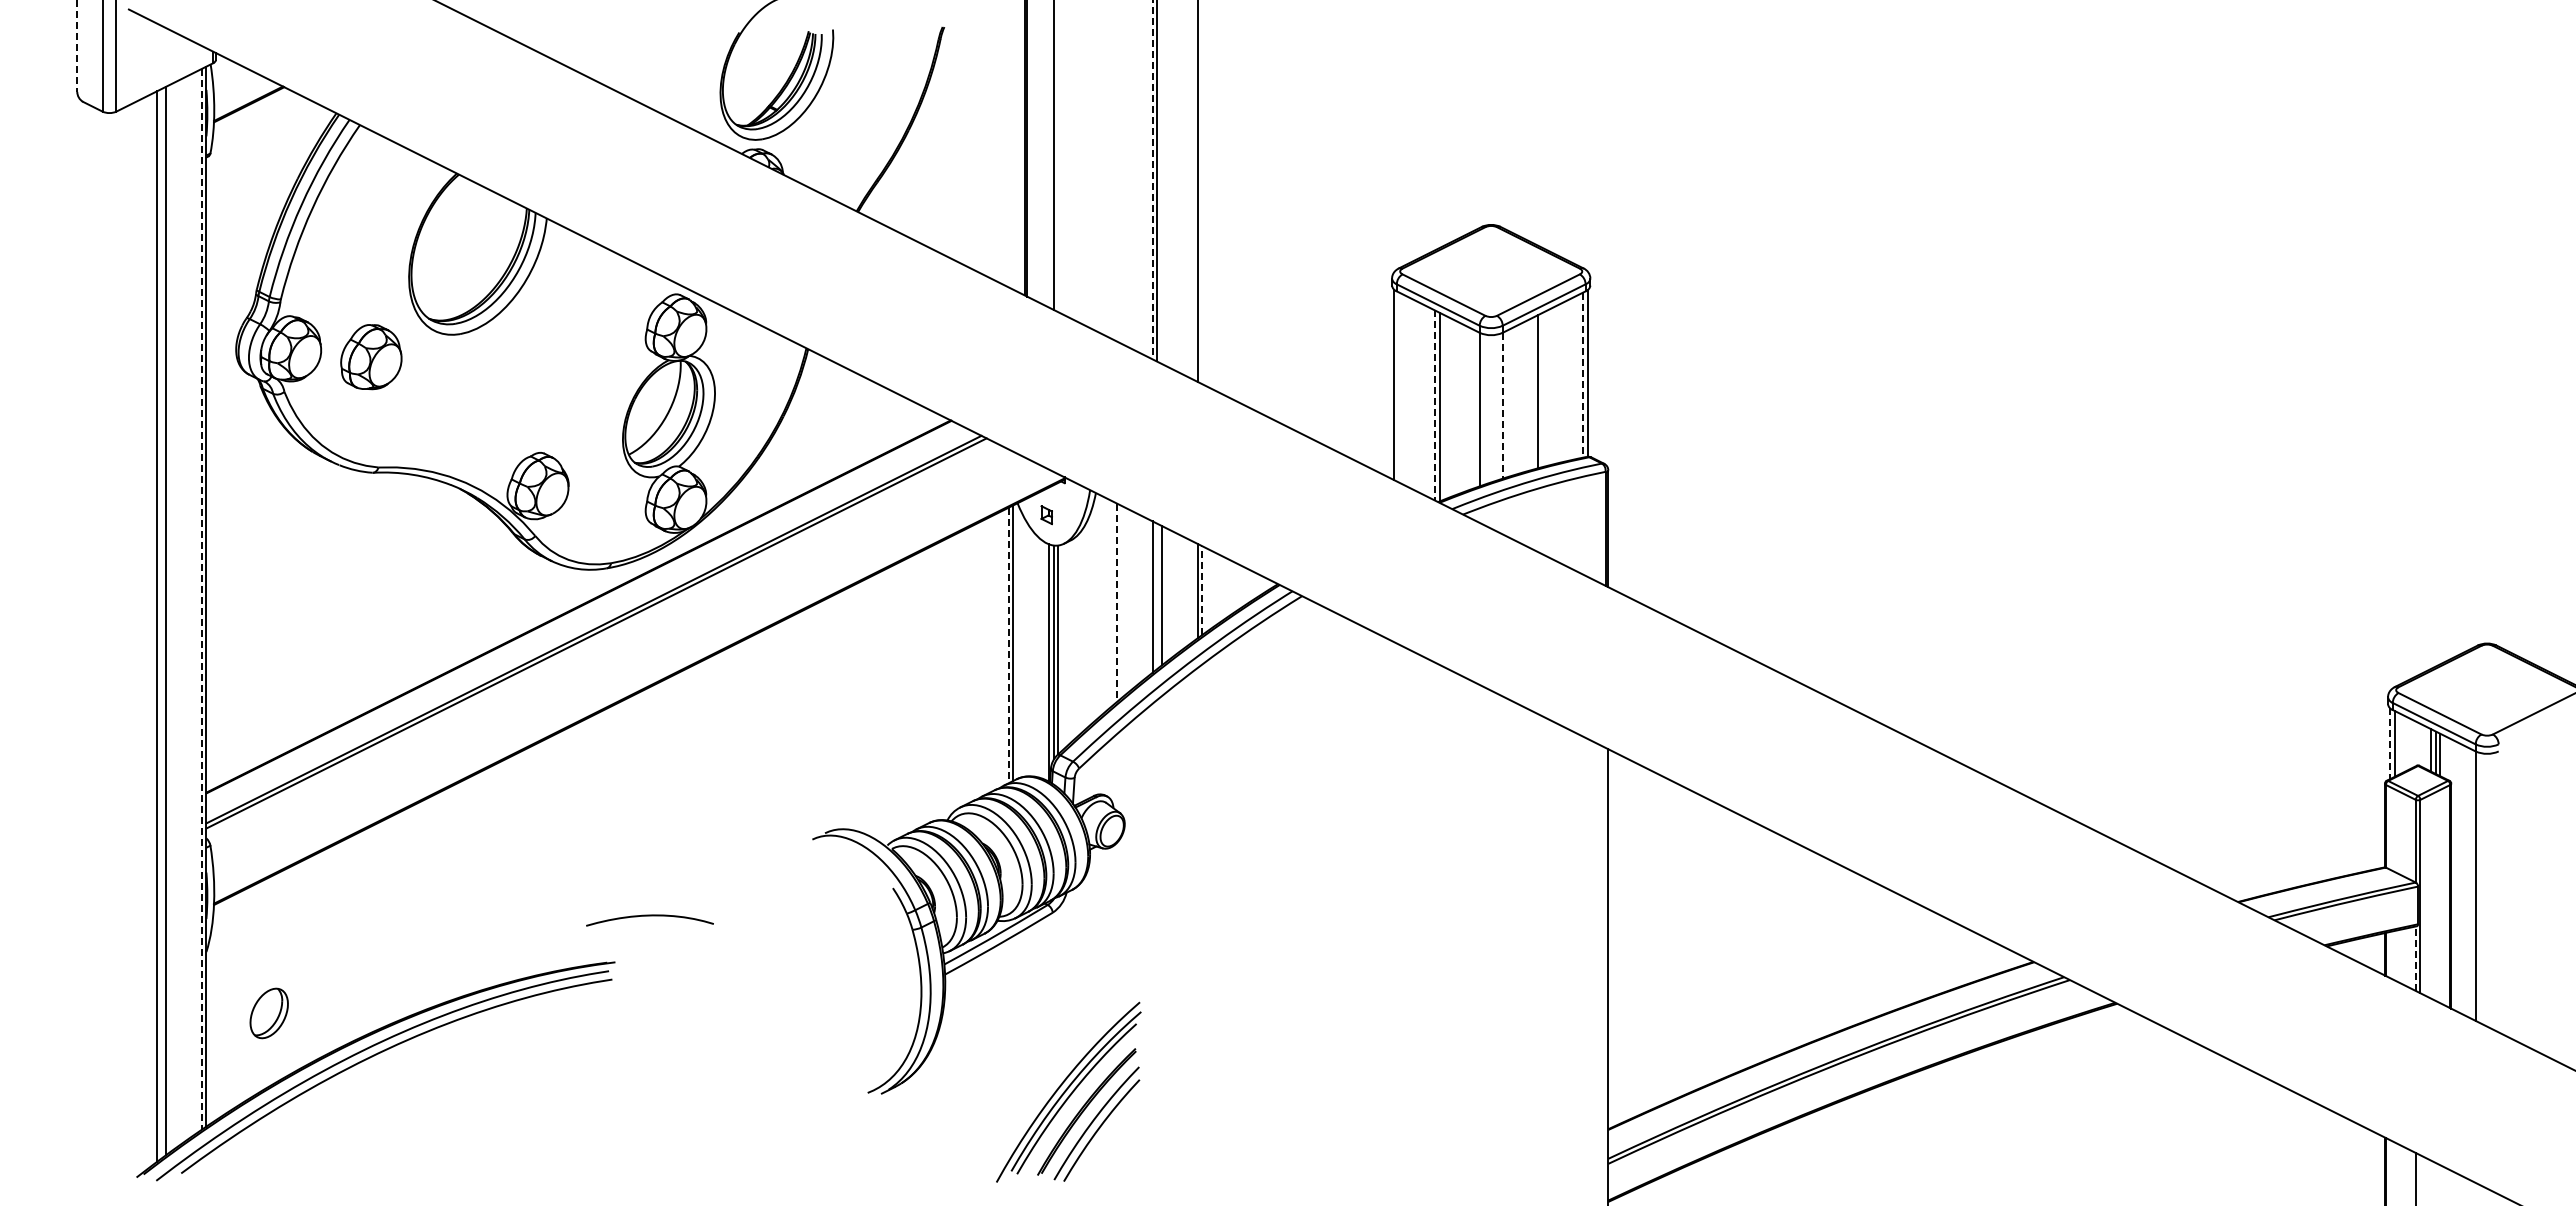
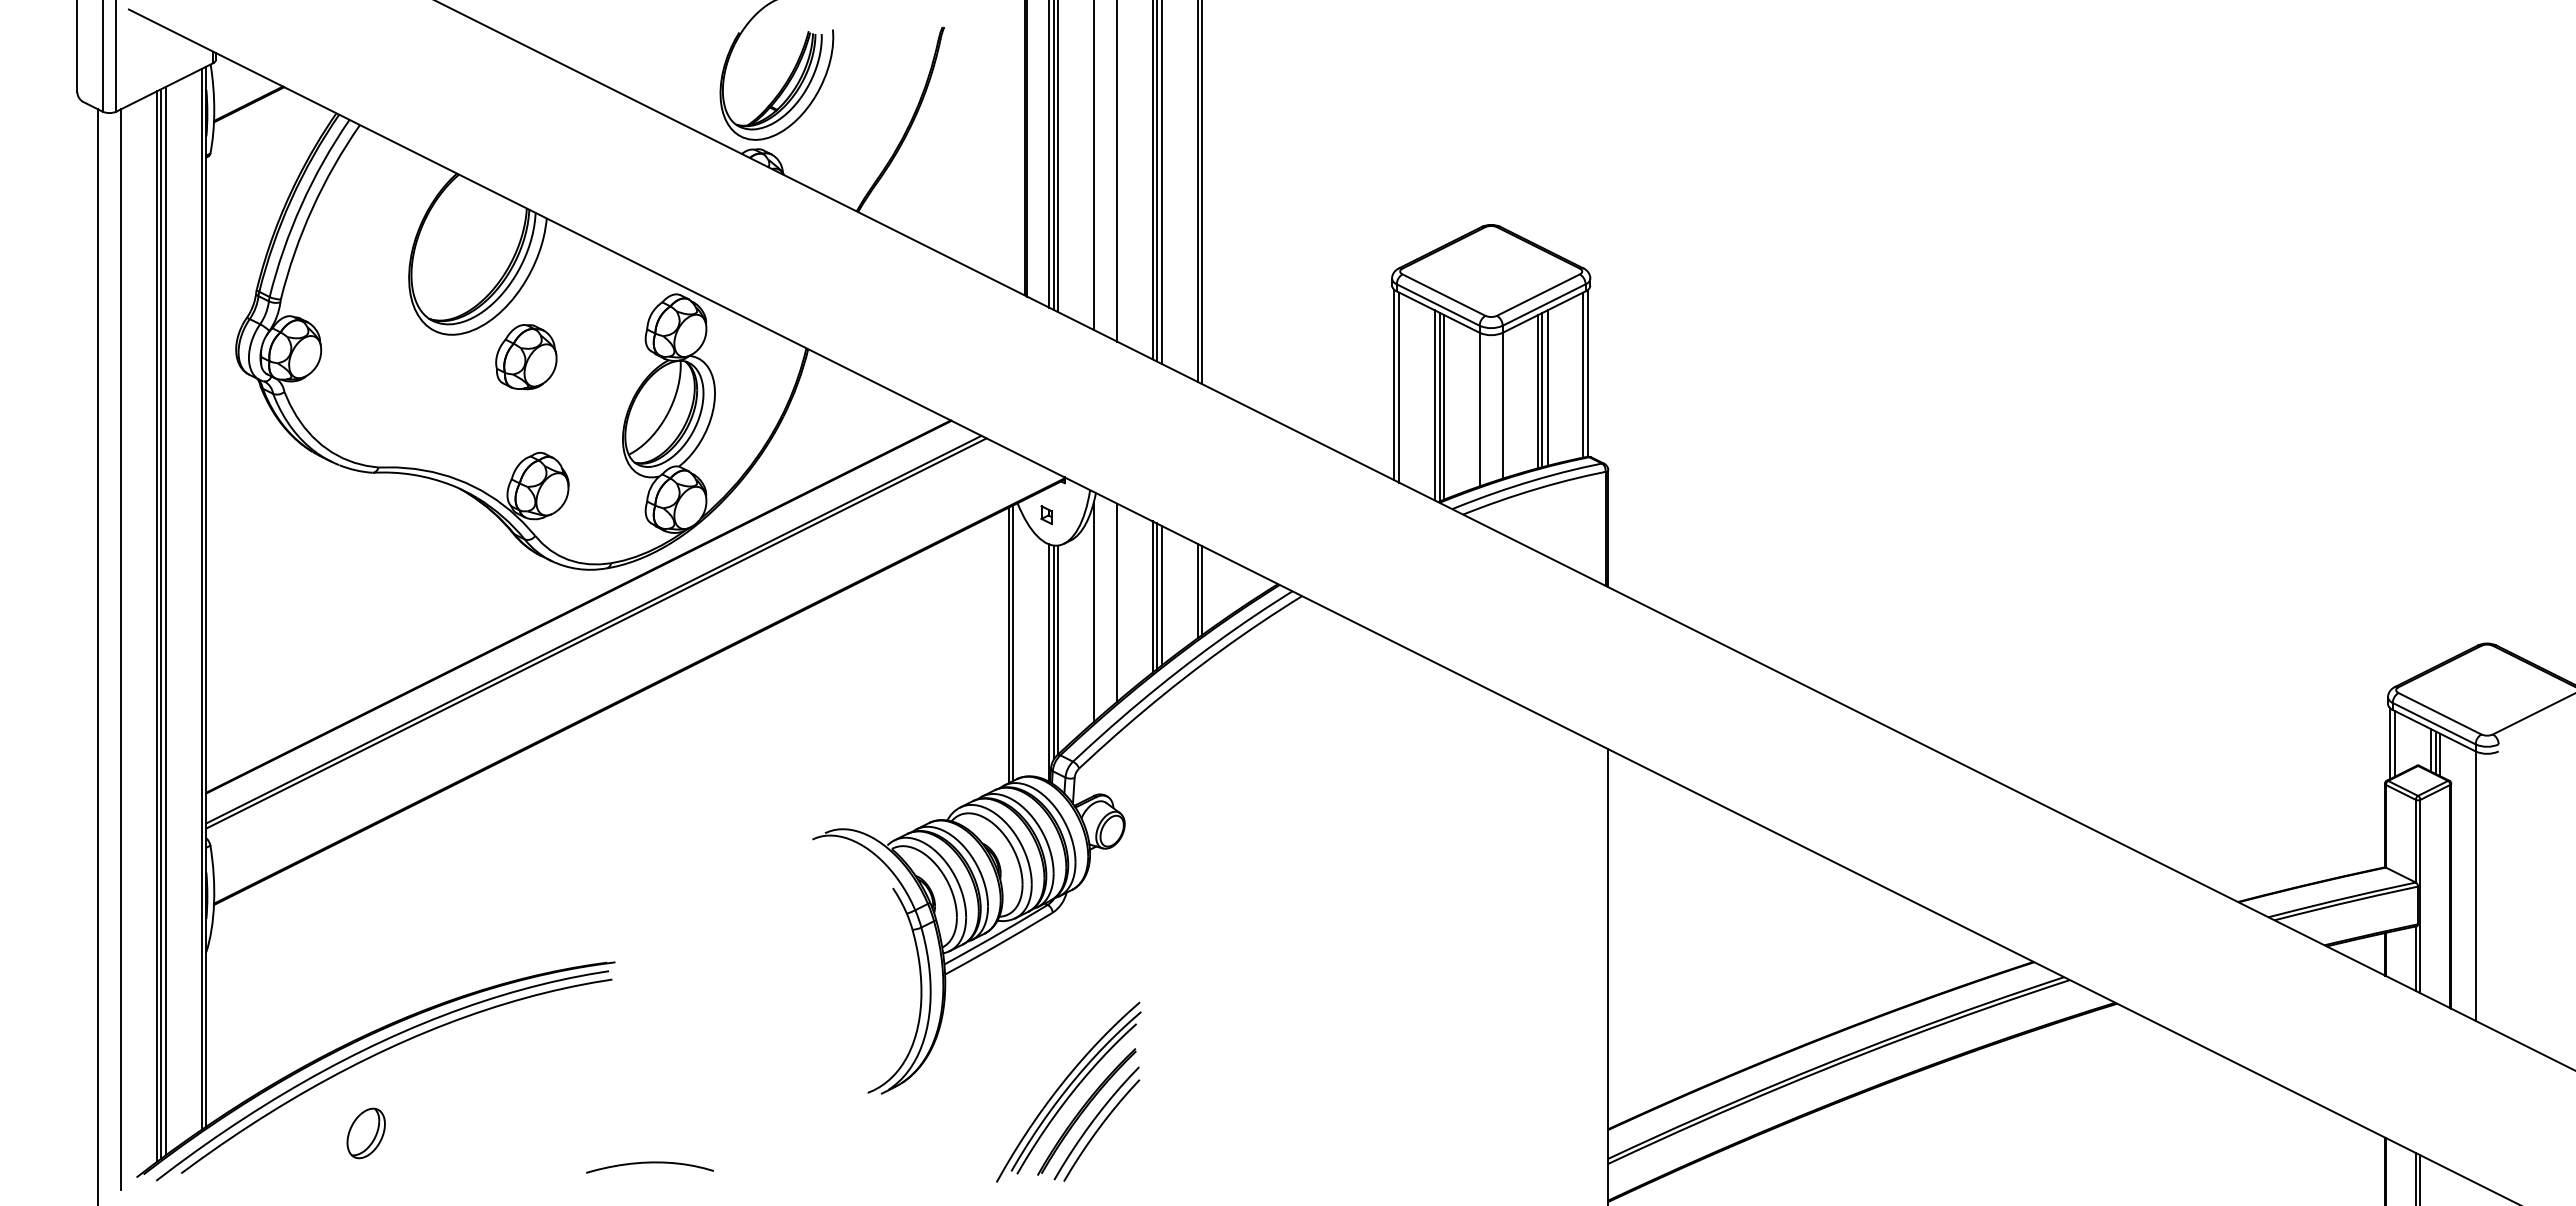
line at (77, 46): dashed -> solid
line at (1049, 154): none -> present
line at (1058, 157): none -> present
line at (1093, 166): none -> present
line at (1117, 171): none -> present
line at (1152, 180): dashed -> solid
line at (1161, 183): none -> present
line at (1202, 193): none -> present
part at (371, 357) position: (371, 357) -> (526, 357)
line at (1583, 375): dashed -> solid
line at (1399, 387): none -> present
line at (1547, 387): none -> present
line at (1542, 390): none -> present
line at (1434, 405): dashed -> solid
line at (1502, 405): dashed -> solid
line at (1444, 406): none -> present
line at (1202, 590): dashed -> solid
line at (1156, 596): none -> present
line at (201, 599): dashed -> solid
line at (1117, 603): dashed -> solid
line at (1093, 611): none -> present
line at (160, 624): none -> present
line at (1008, 645): dashed -> solid
line at (121, 649): none -> present
line at (98, 655): none -> present
line at (2390, 744): dashed -> solid
curve at (649, 916) position: (649, 916) -> (649, 1163)
line at (2415, 958): dashed -> solid
part at (268, 1013) position: (268, 1013) -> (365, 1133)
line at (2420, 1178): none -> present
